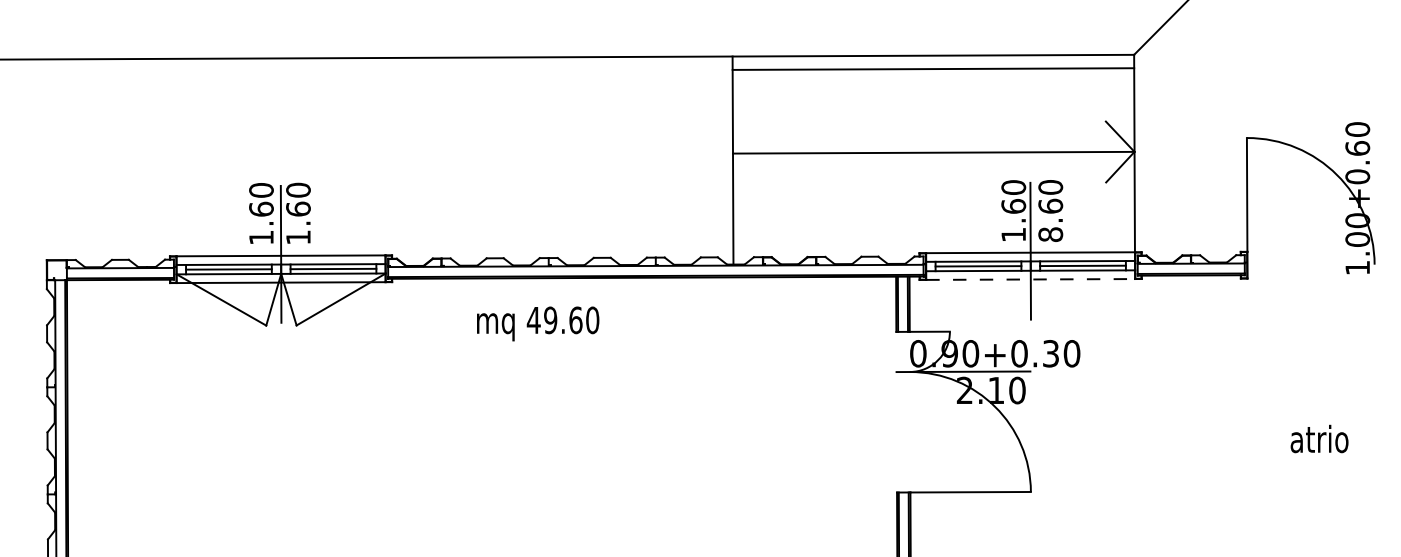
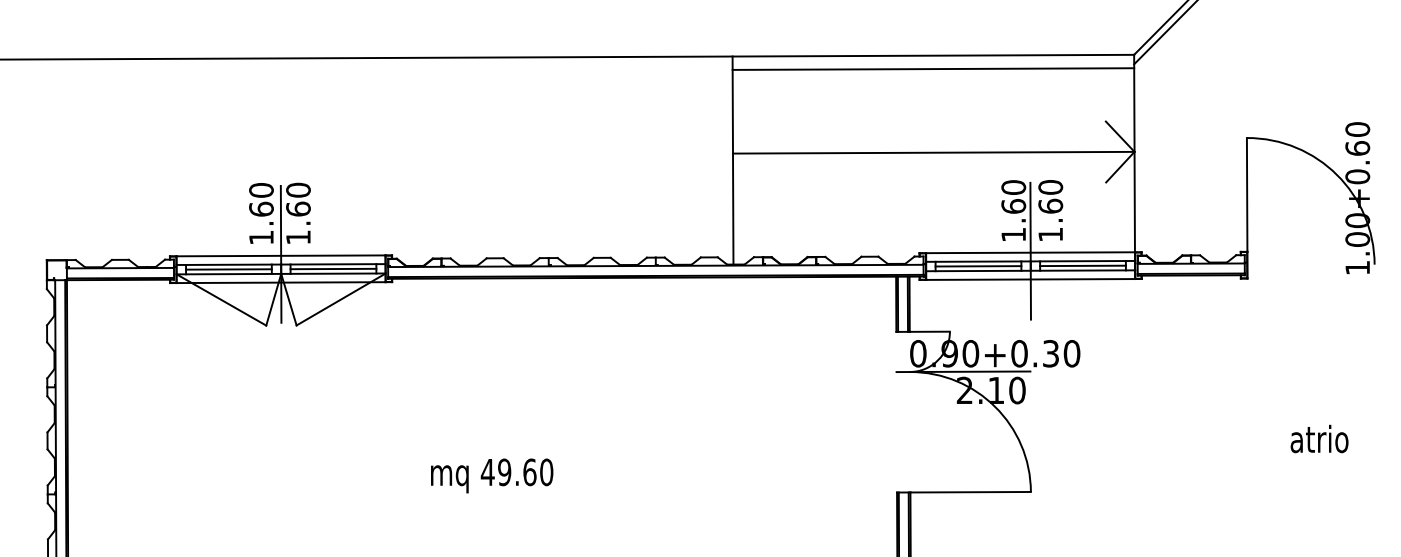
line at (1164, 33): none -> present
text at (1050, 234): 8.60 -> 1.60
line at (1030, 279): dashed -> solid
text at (538, 323) position: (538, 323) -> (492, 475)
